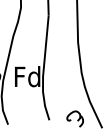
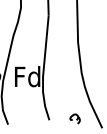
part at (74, 118) size: 18x18 px -> 12x12 px
